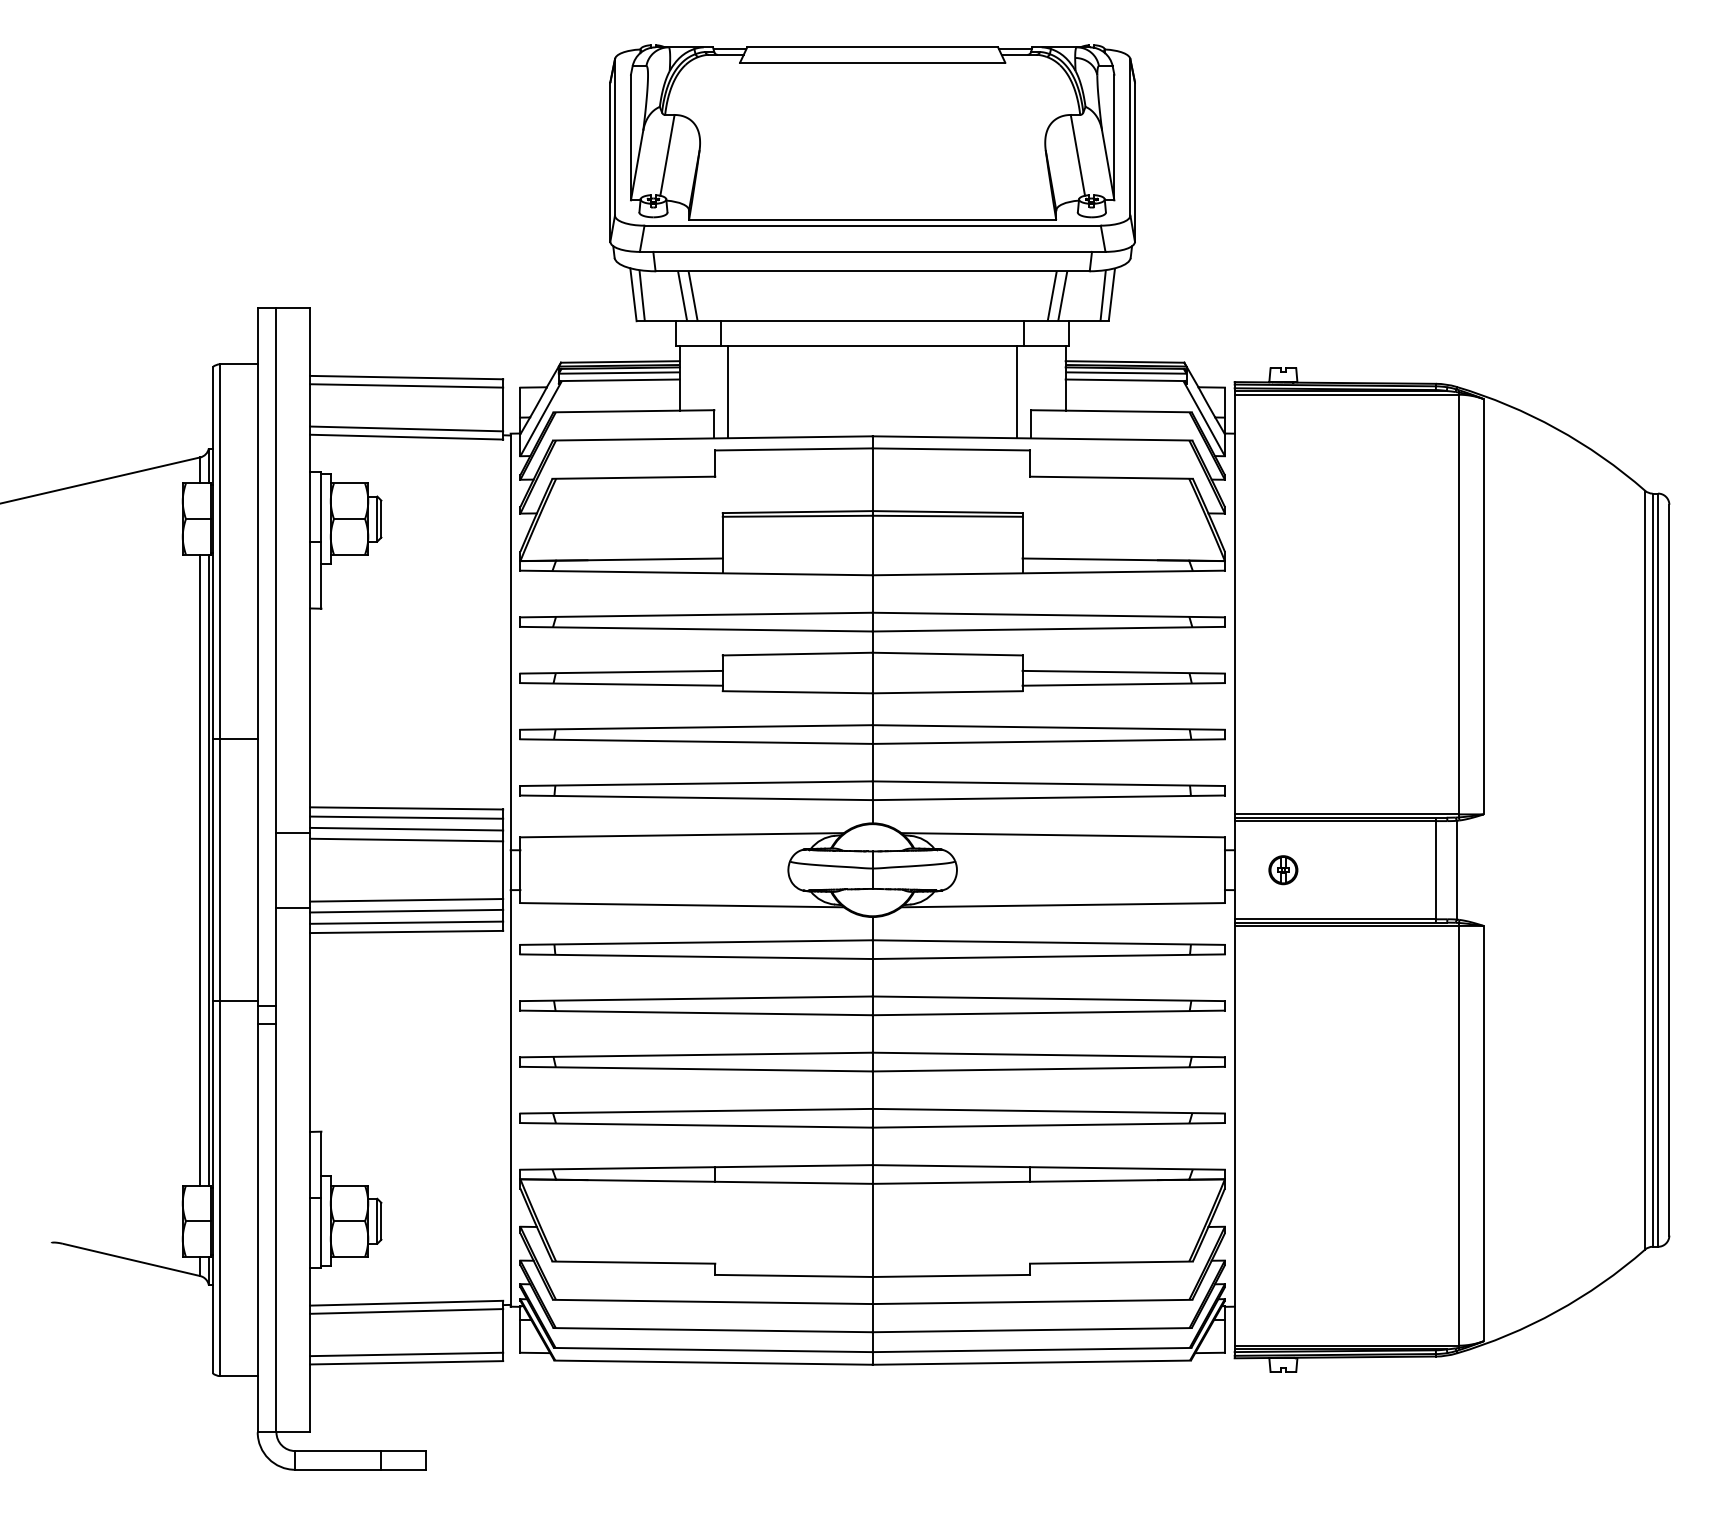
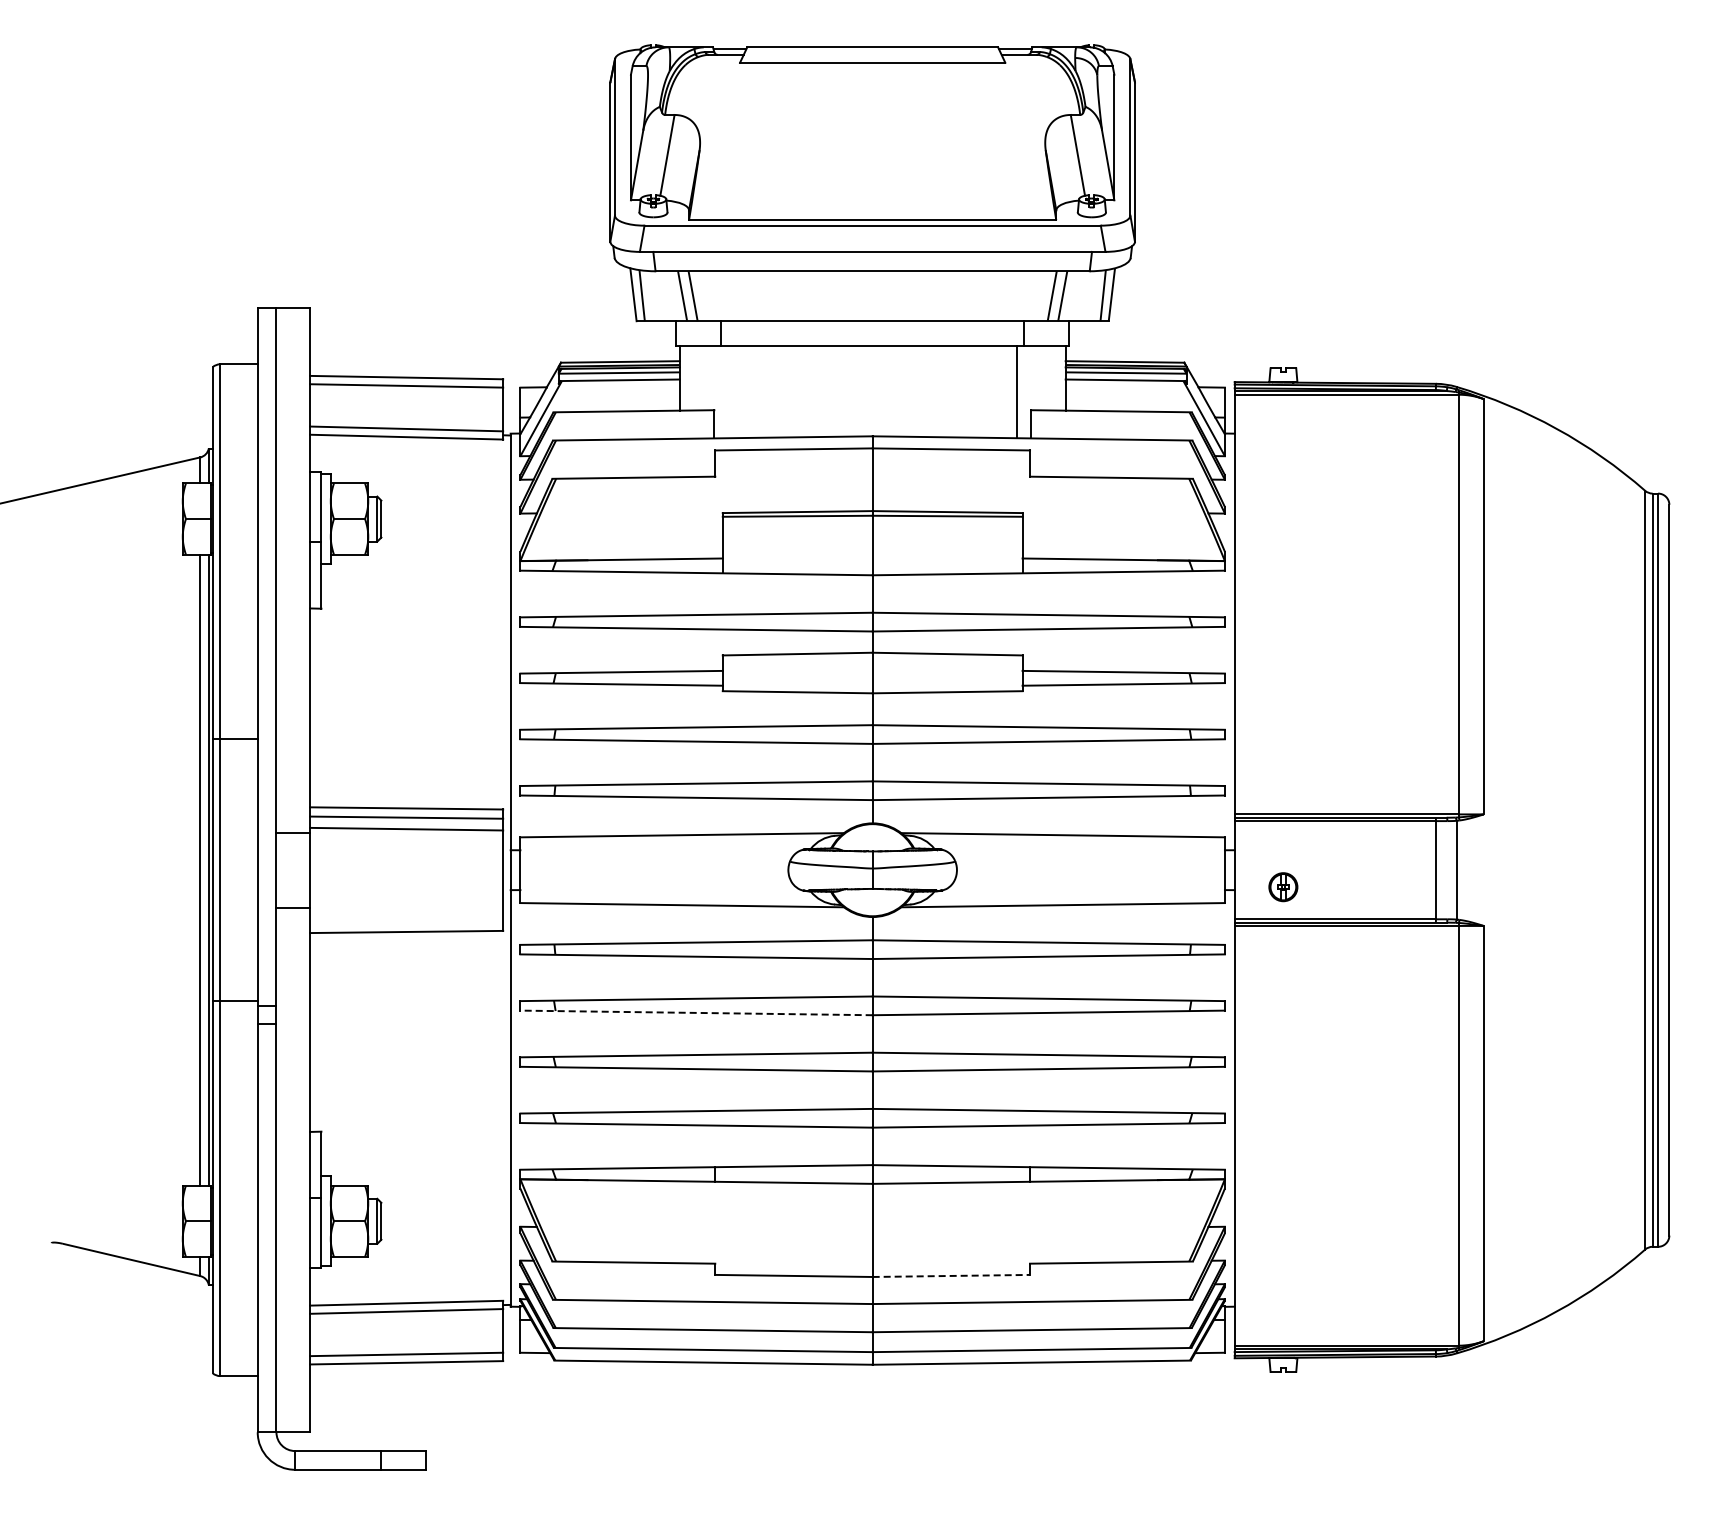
line at (728, 391): present -> none
line at (406, 839): present -> none
part at (1283, 870) position: (1283, 870) -> (1283, 887)
line at (406, 900): present -> none
line at (406, 910): present -> none
line at (406, 922): present -> none
line at (696, 1012): solid -> dashed
line at (951, 1275): solid -> dashed
